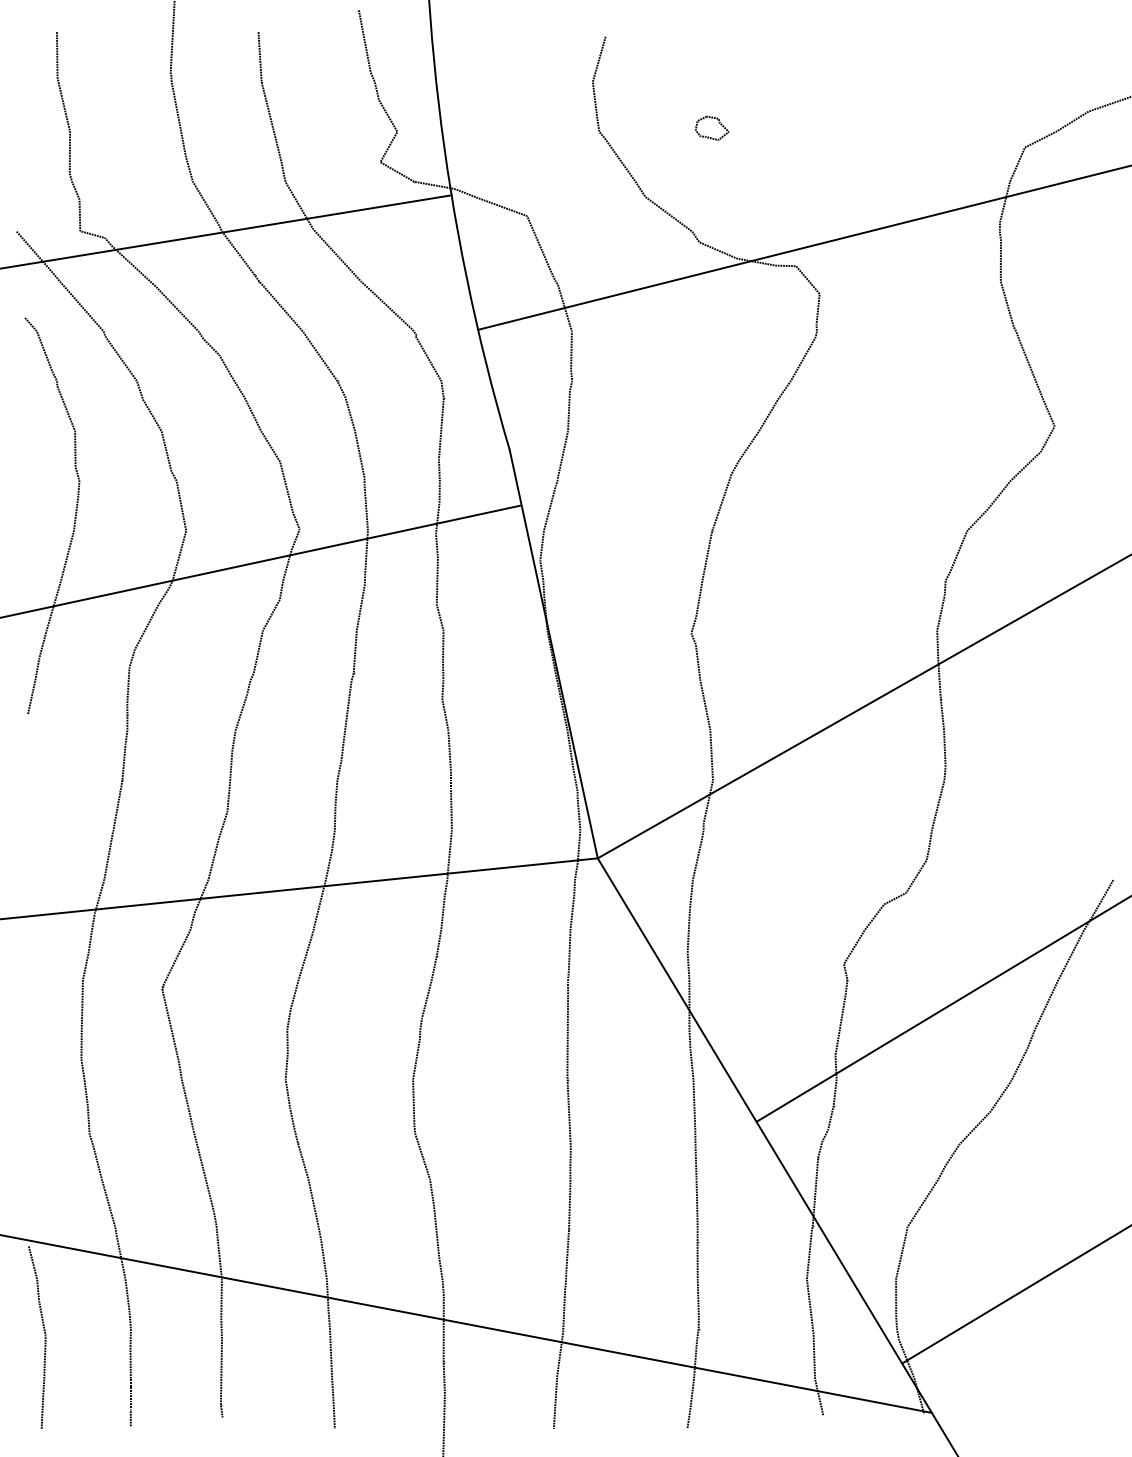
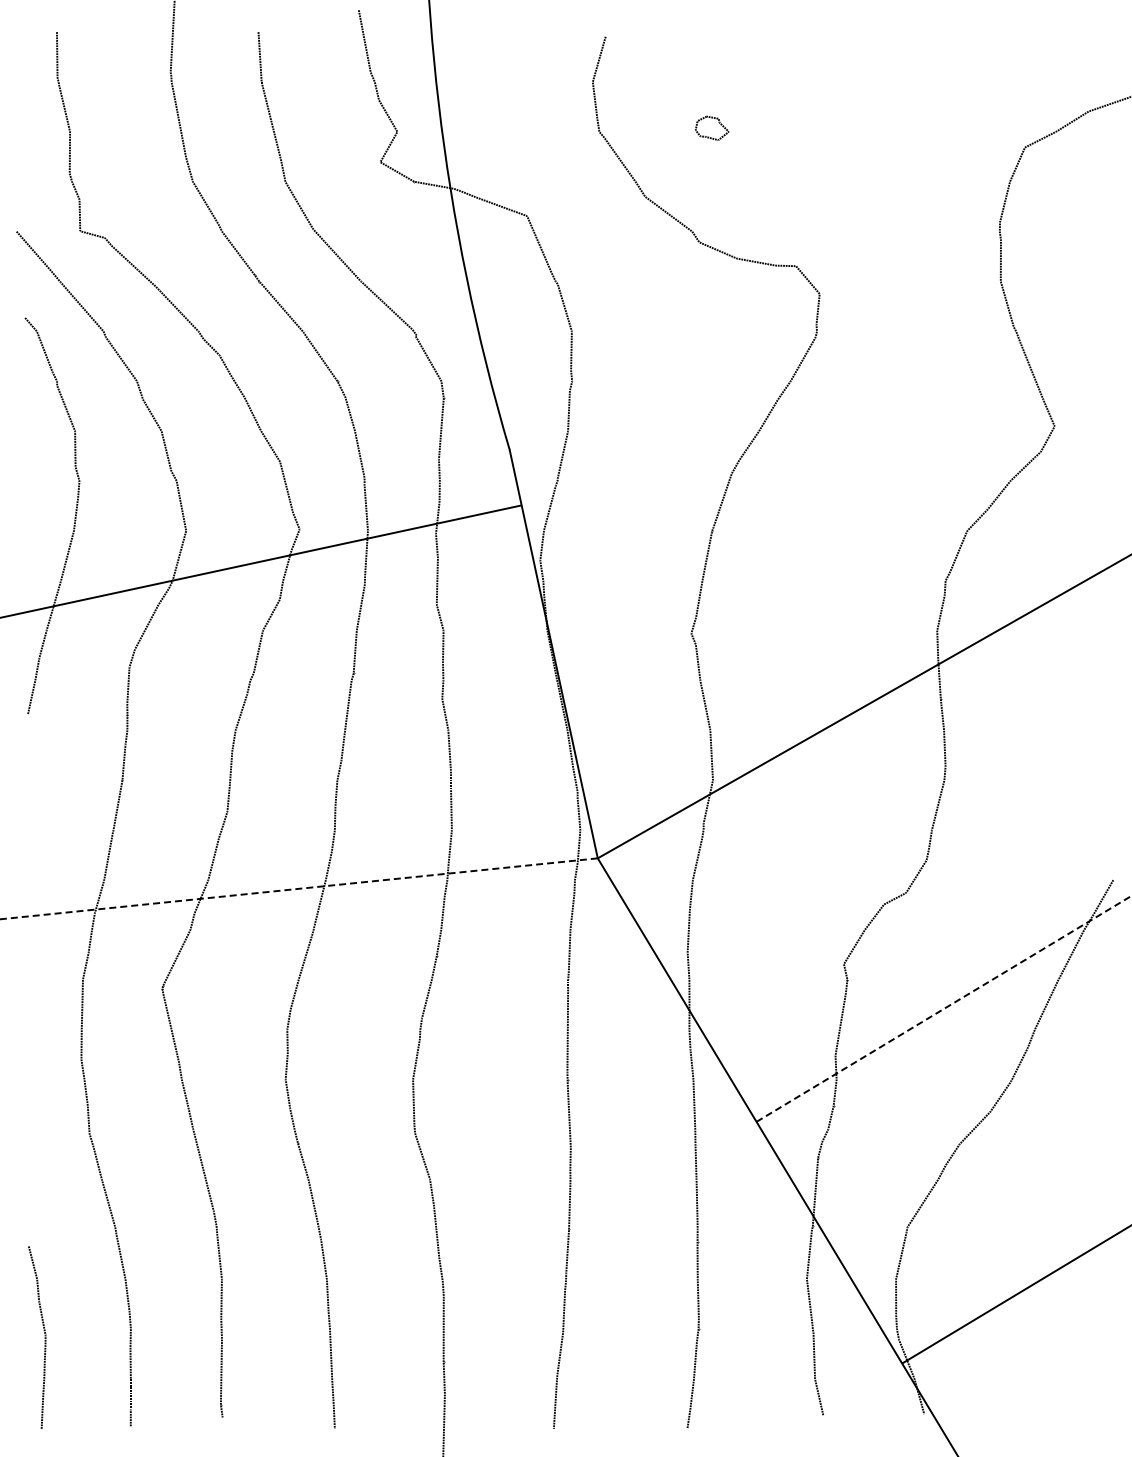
line at (226, 231): present -> none
line at (803, 247): present -> none
line at (298, 888): solid -> dashed
line at (944, 1008): solid -> dashed
line at (466, 1323): present -> none
